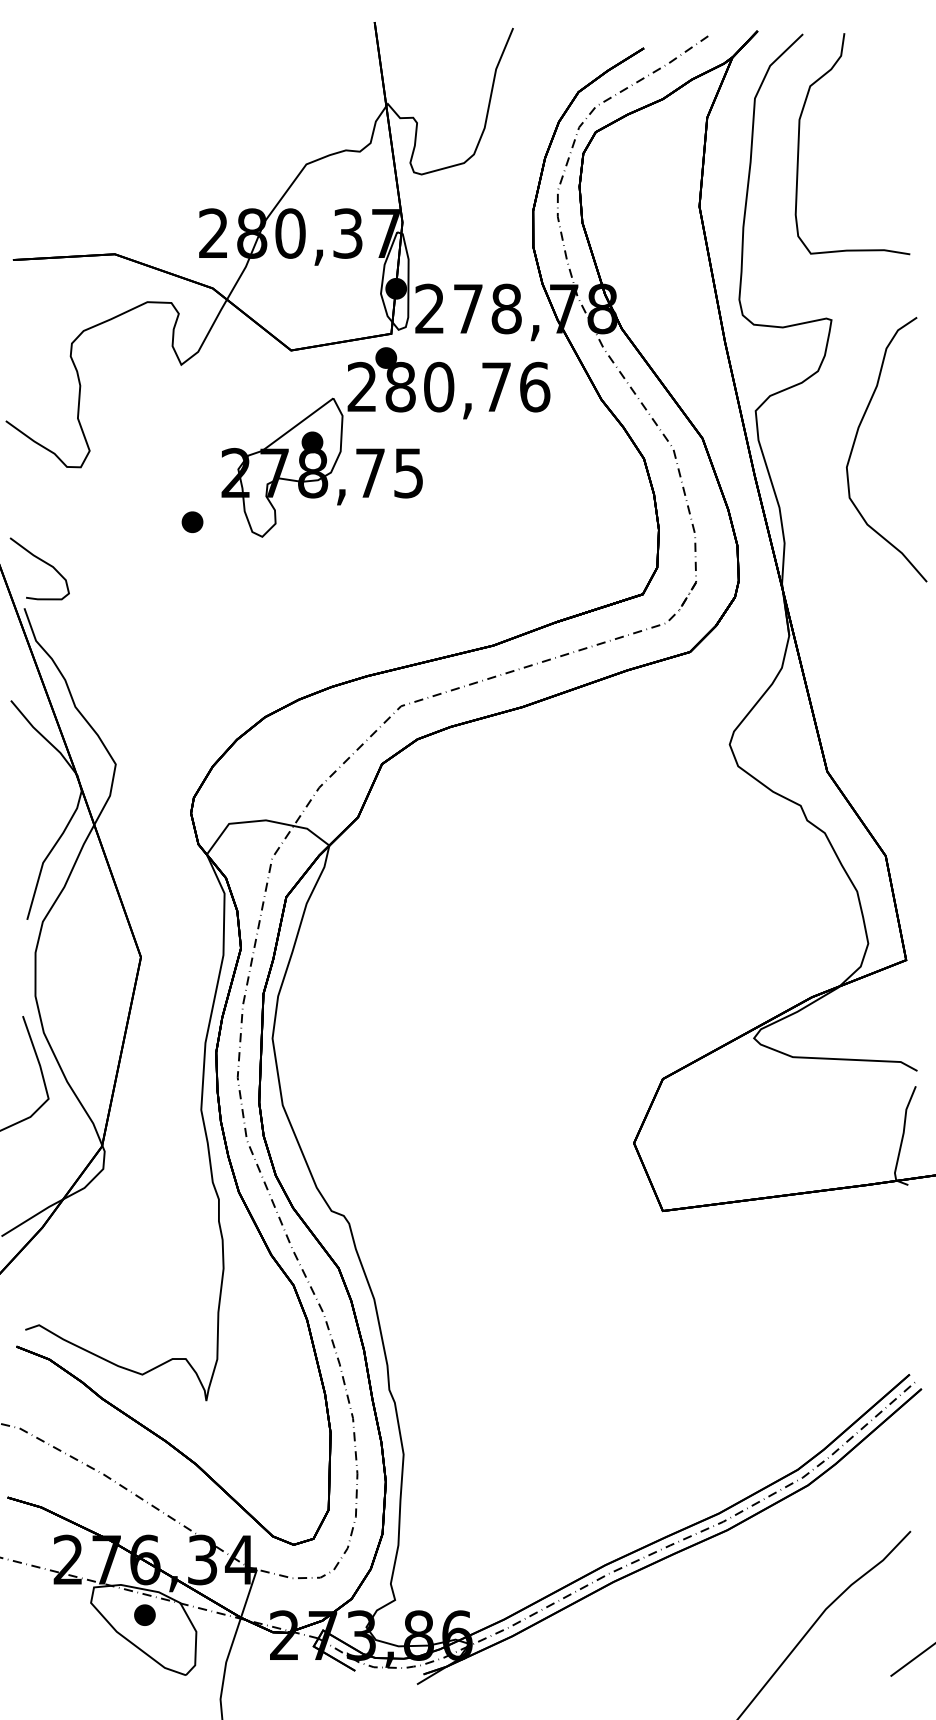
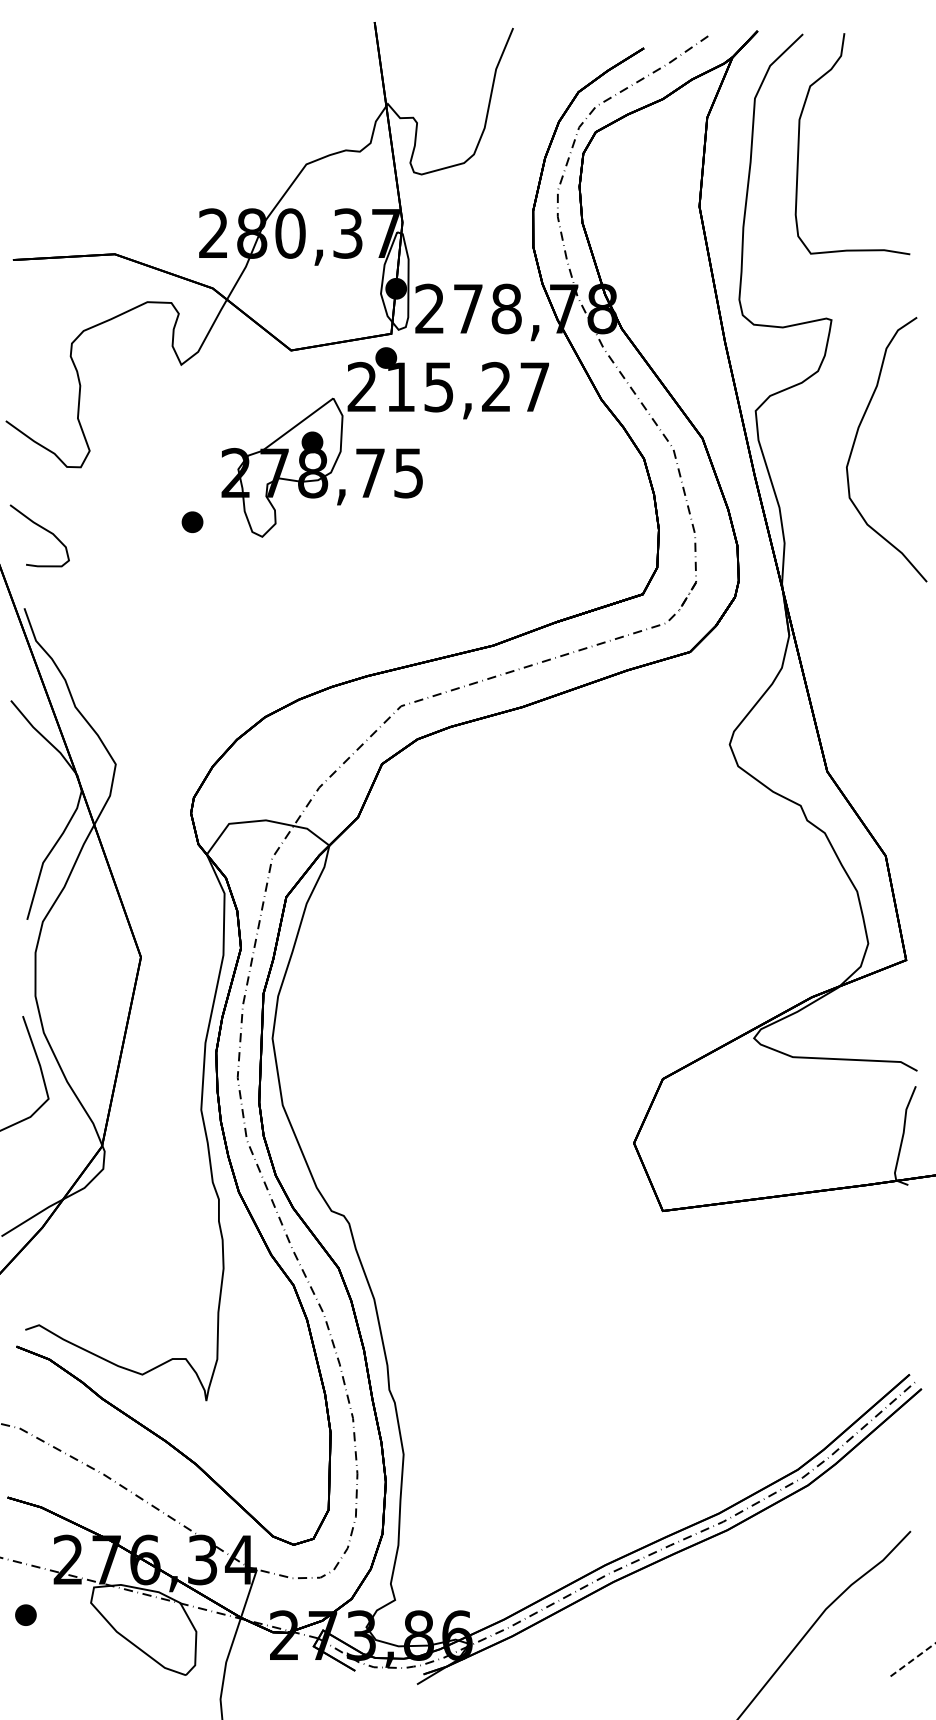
text at (467, 386): 280,76 -> 215,27
curve at (43, 562) position: (43, 562) -> (43, 529)
part at (144, 1614) position: (144, 1614) -> (25, 1614)
line at (912, 1659): solid -> dashed
